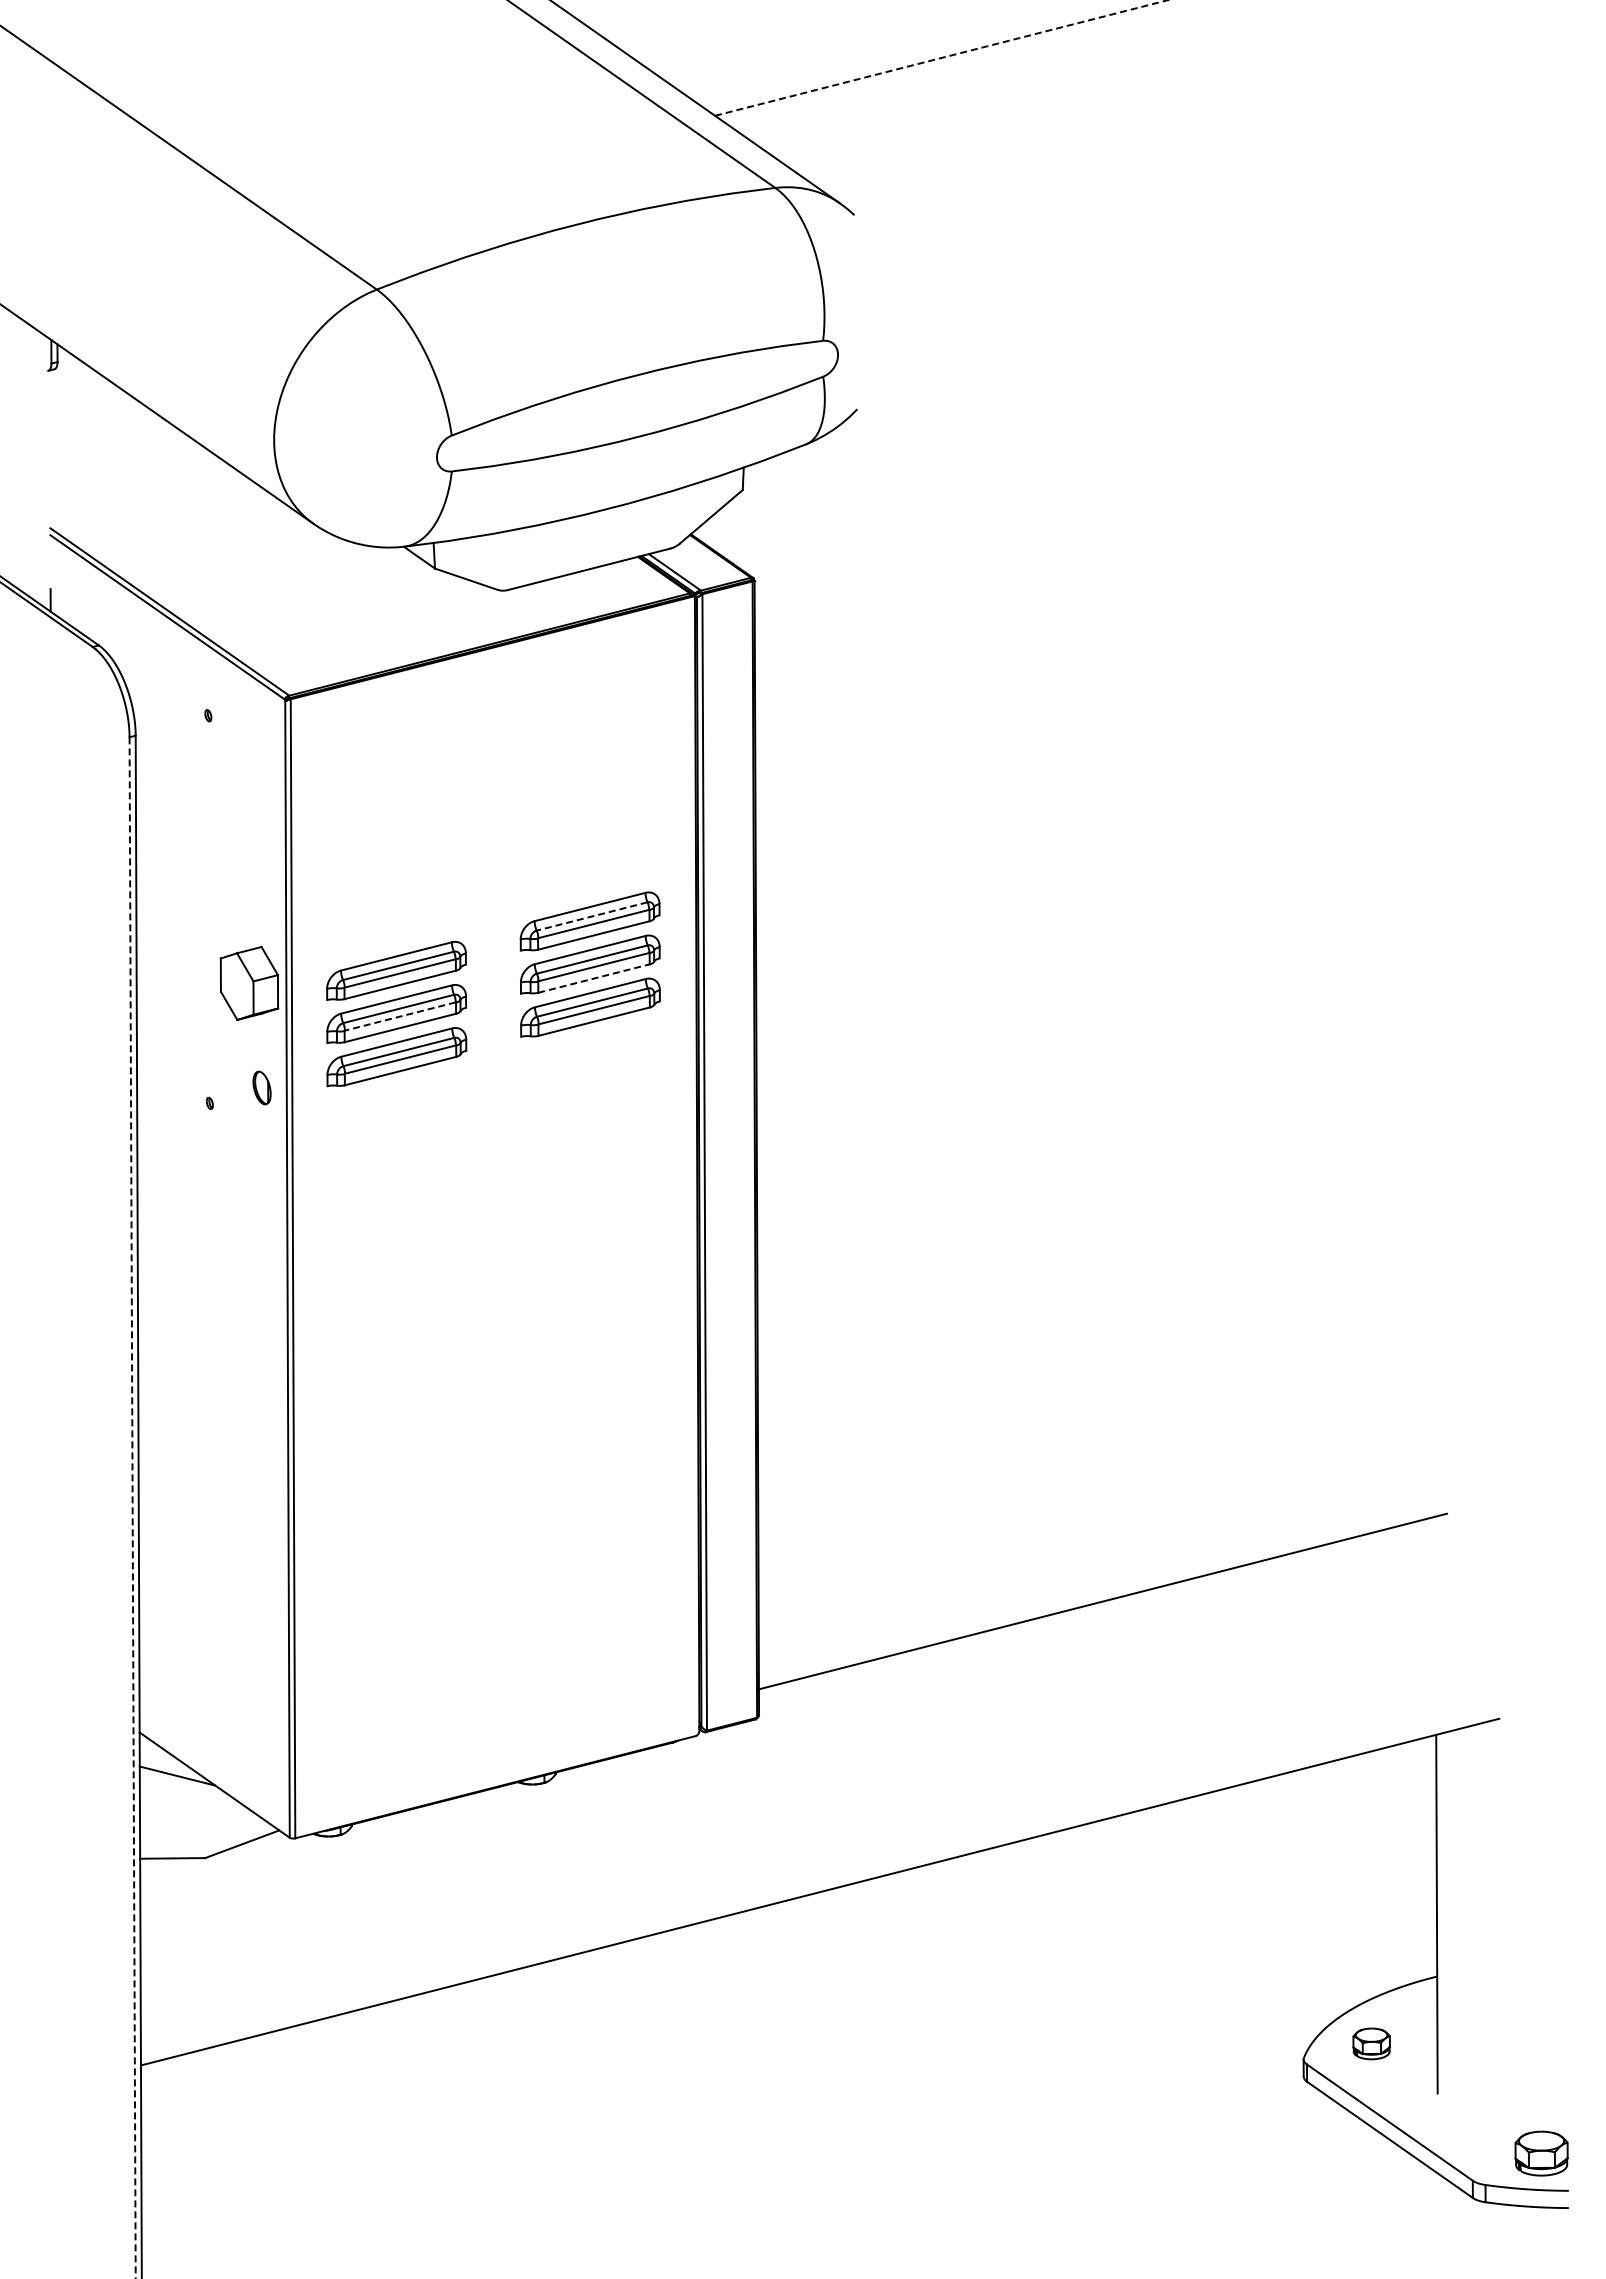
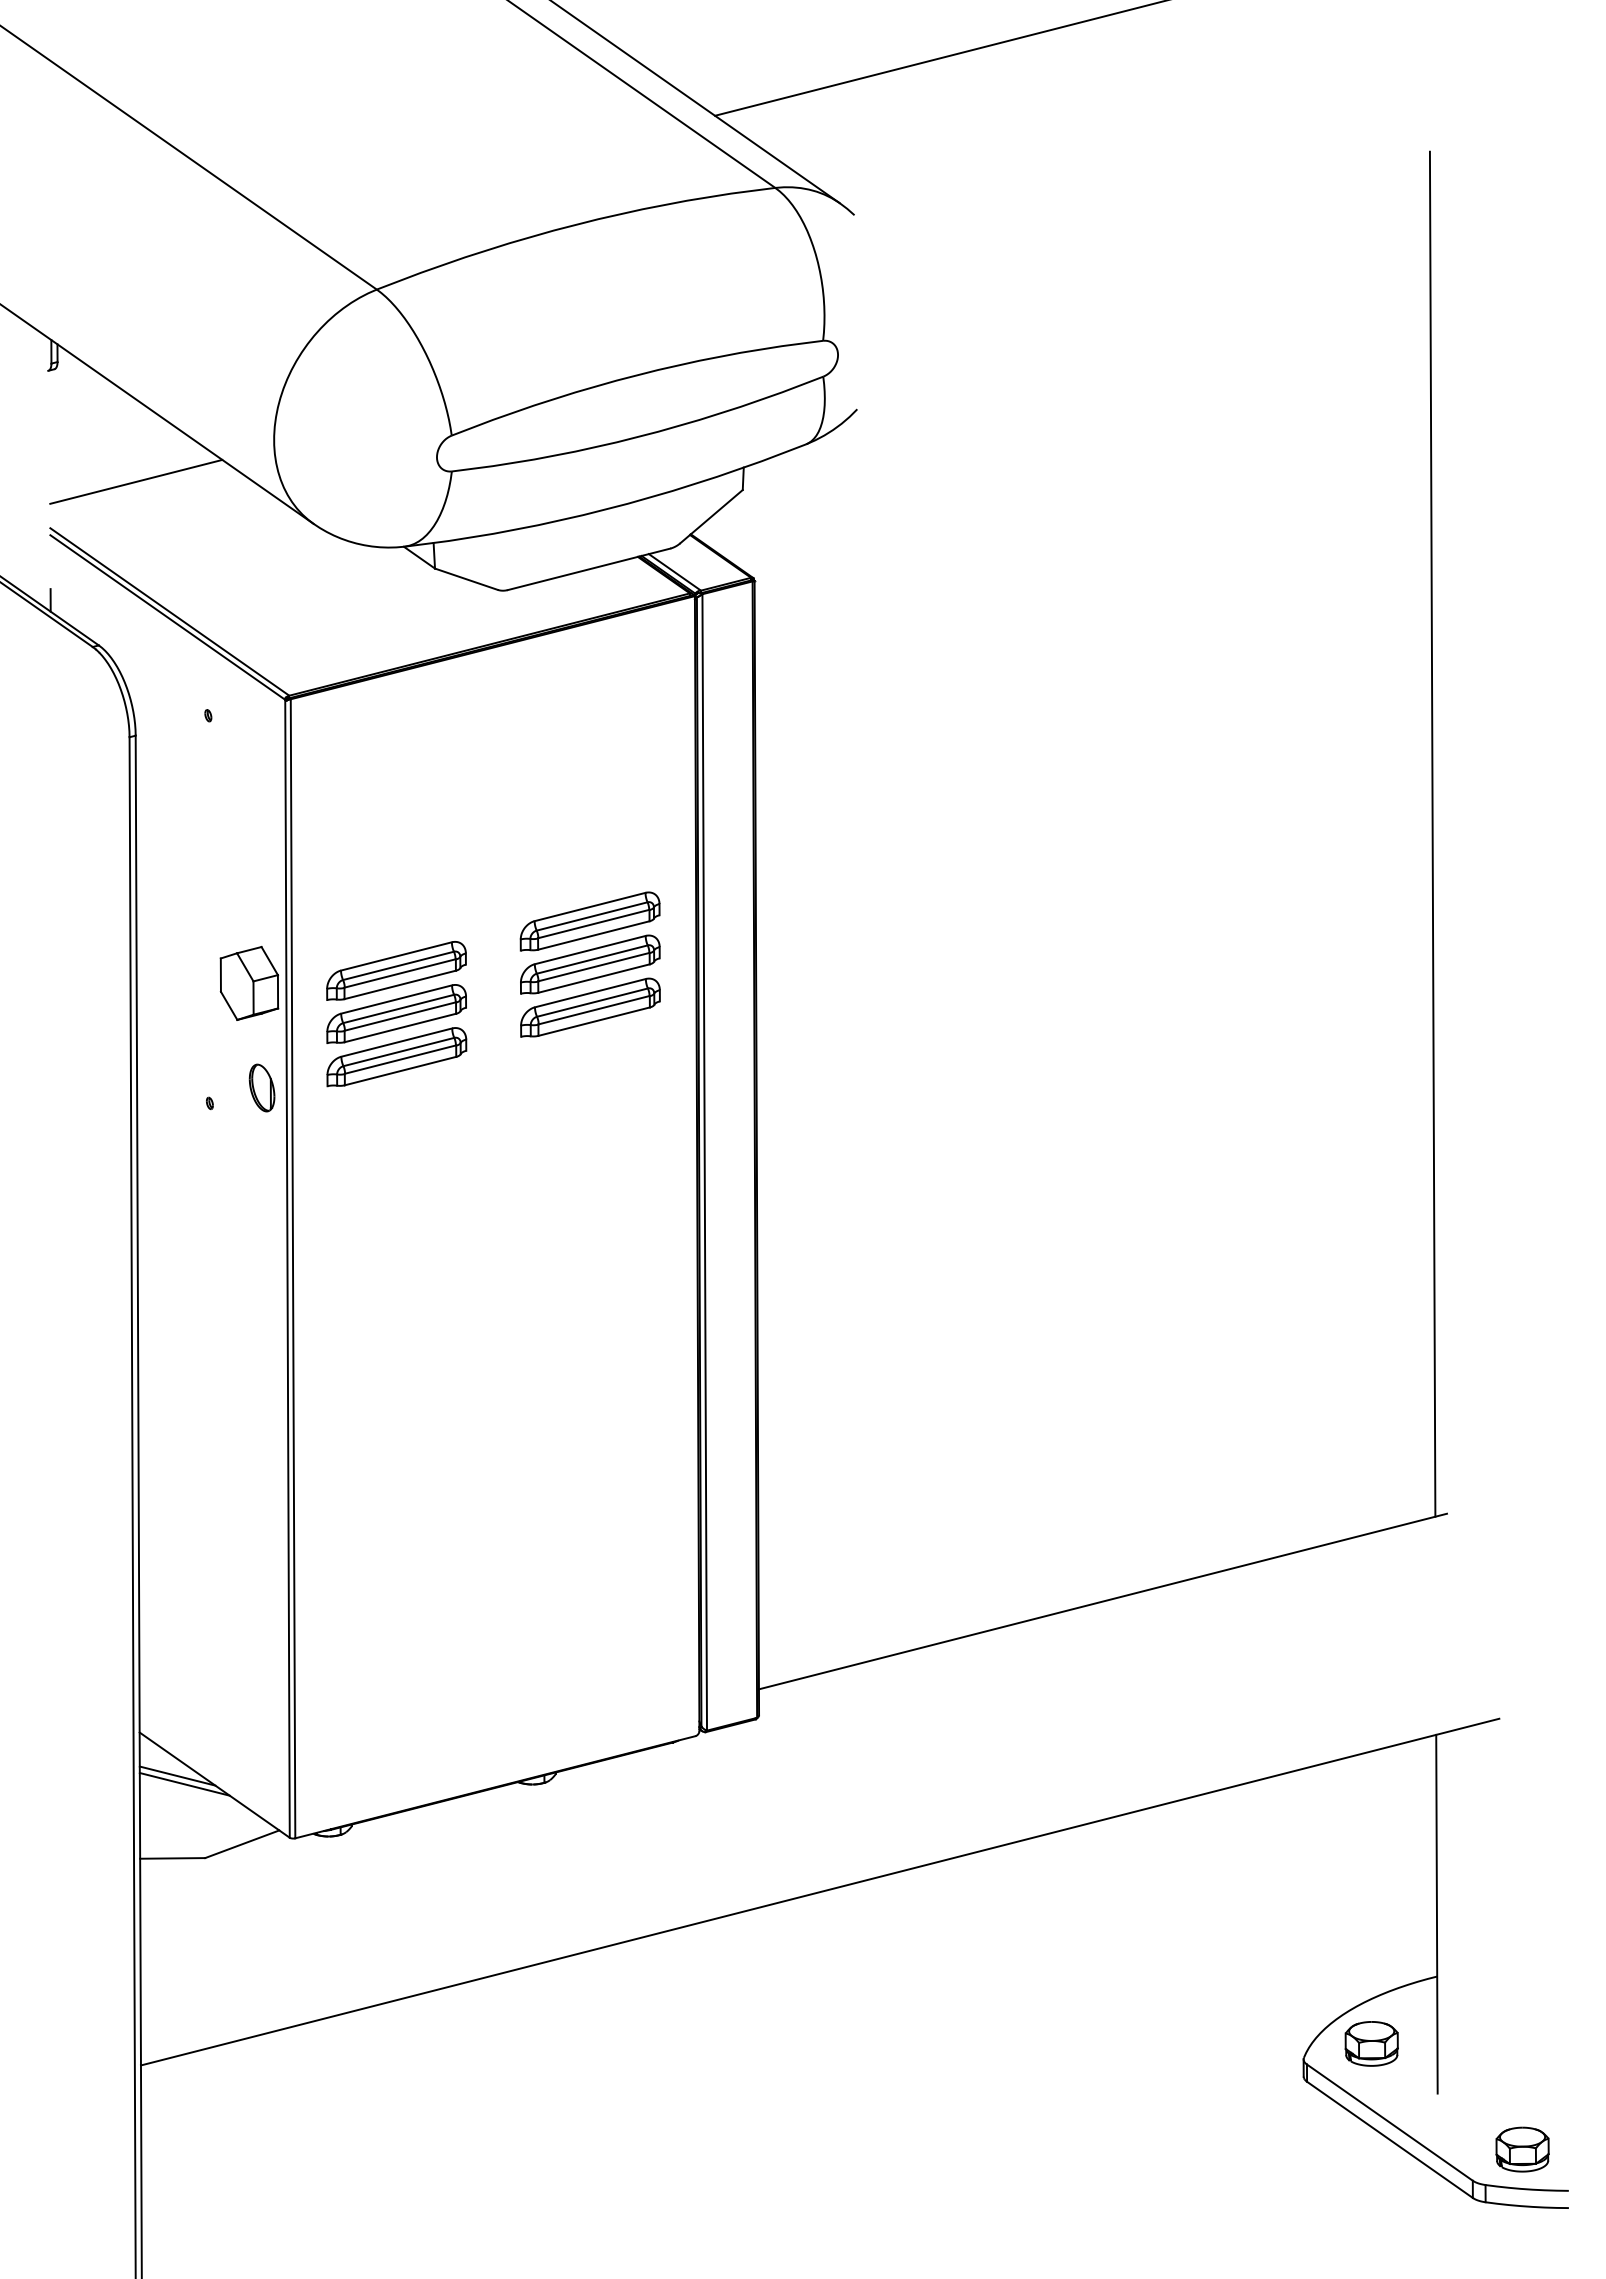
line at (941, 57): dashed -> solid
line at (136, 481): none -> present
line at (1432, 833): none -> present
line at (591, 916): dashed -> solid
line at (594, 978): dashed -> solid
line at (399, 1016): dashed -> solid
part at (261, 1087) size: 20x36 px -> 28x50 px
line at (132, 1507): dashed -> solid
line at (184, 1784): none -> present
part at (1371, 2043) size: 39x34 px -> 55x46 px
part at (1541, 2153) position: (1541, 2153) -> (1522, 2149)
